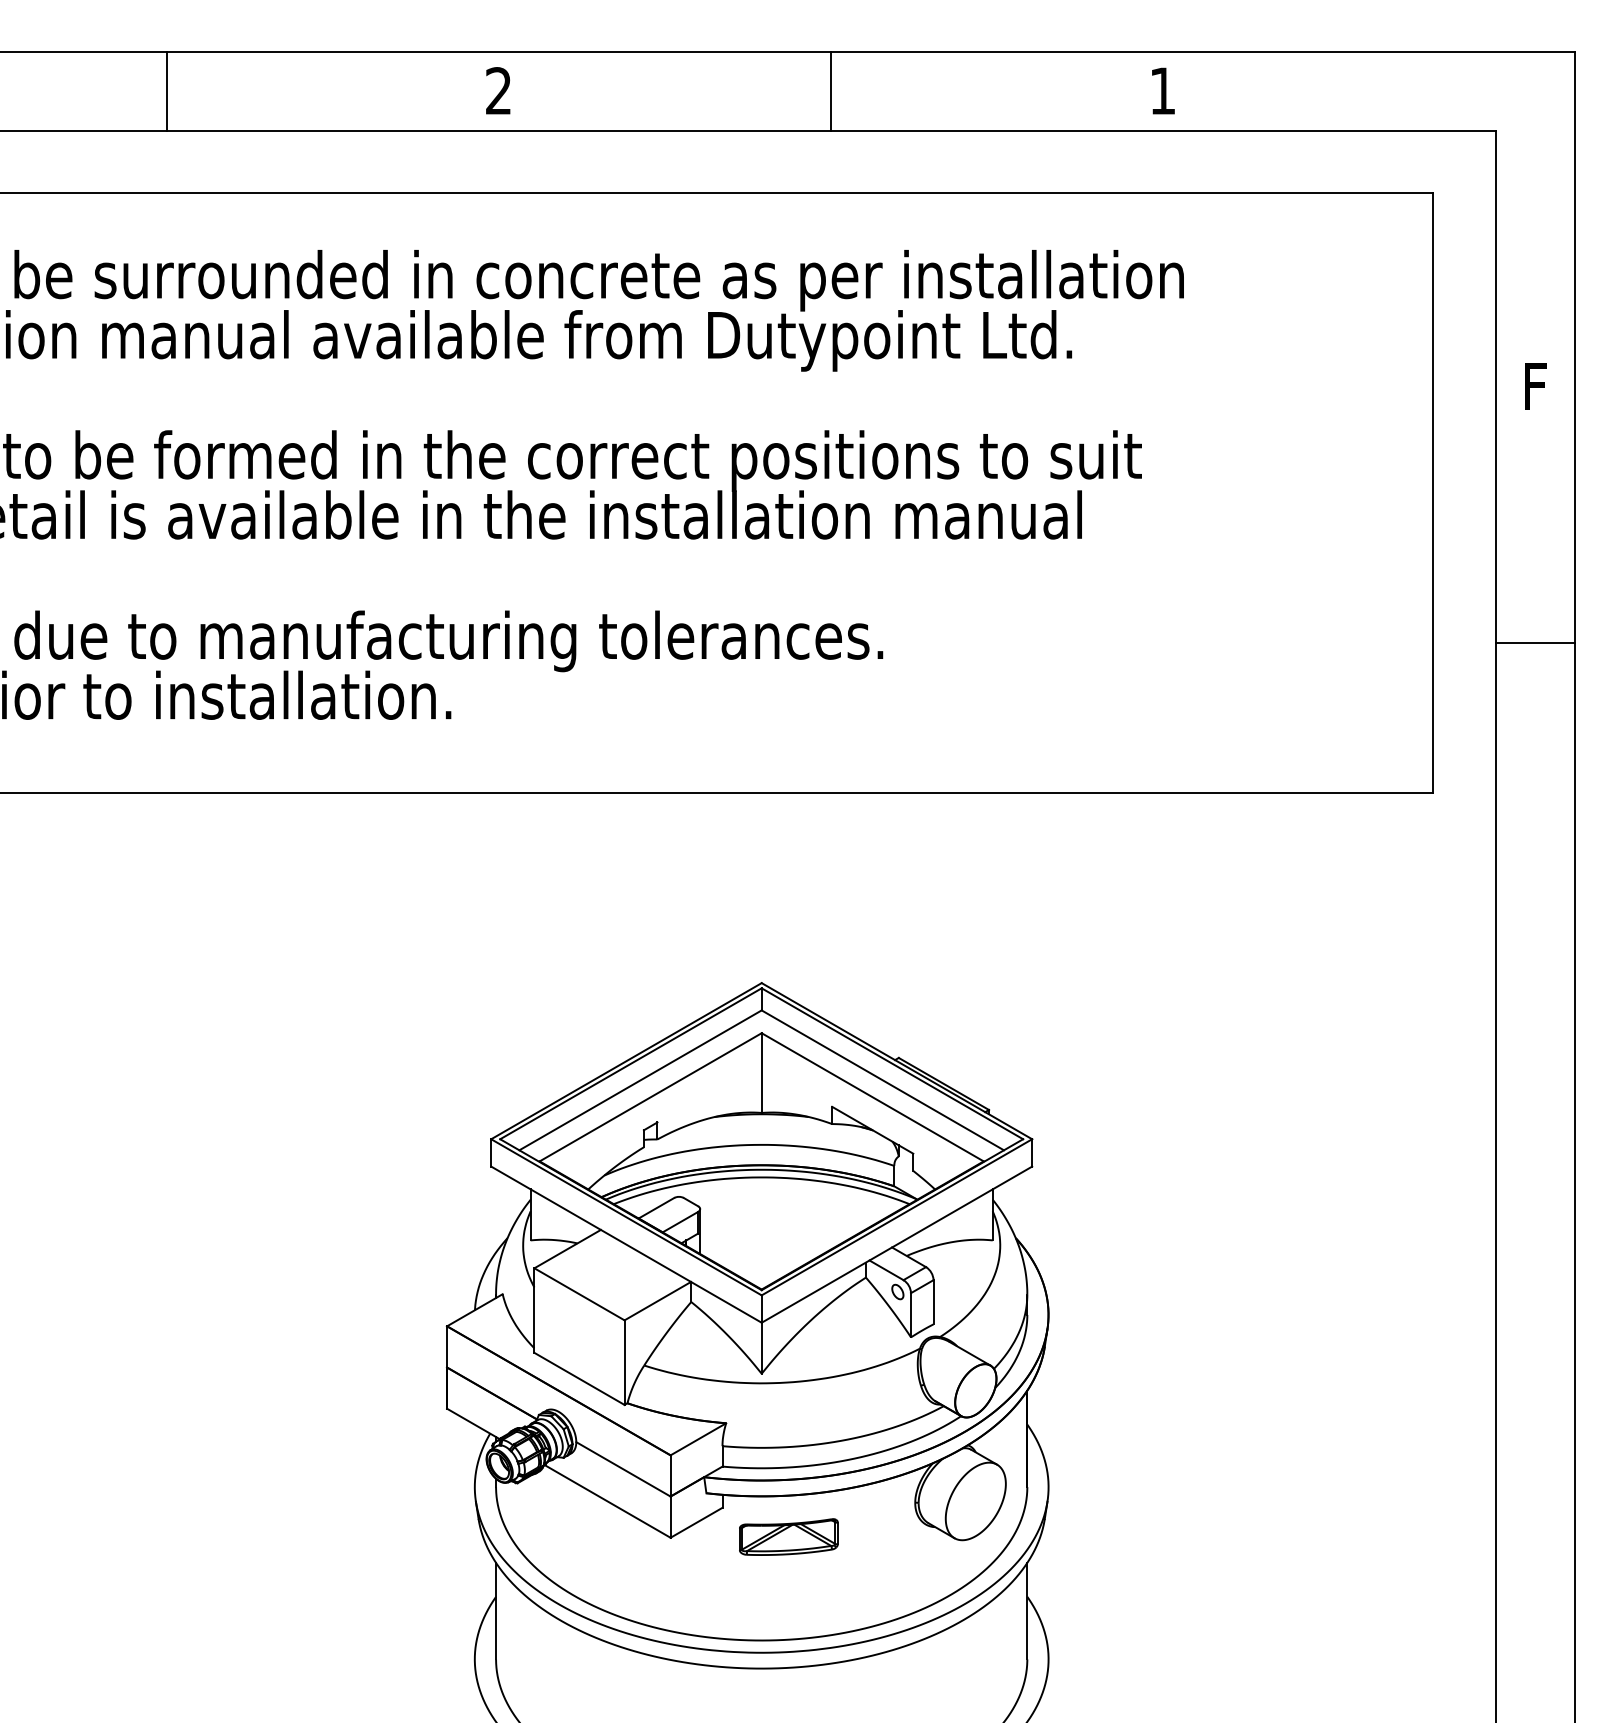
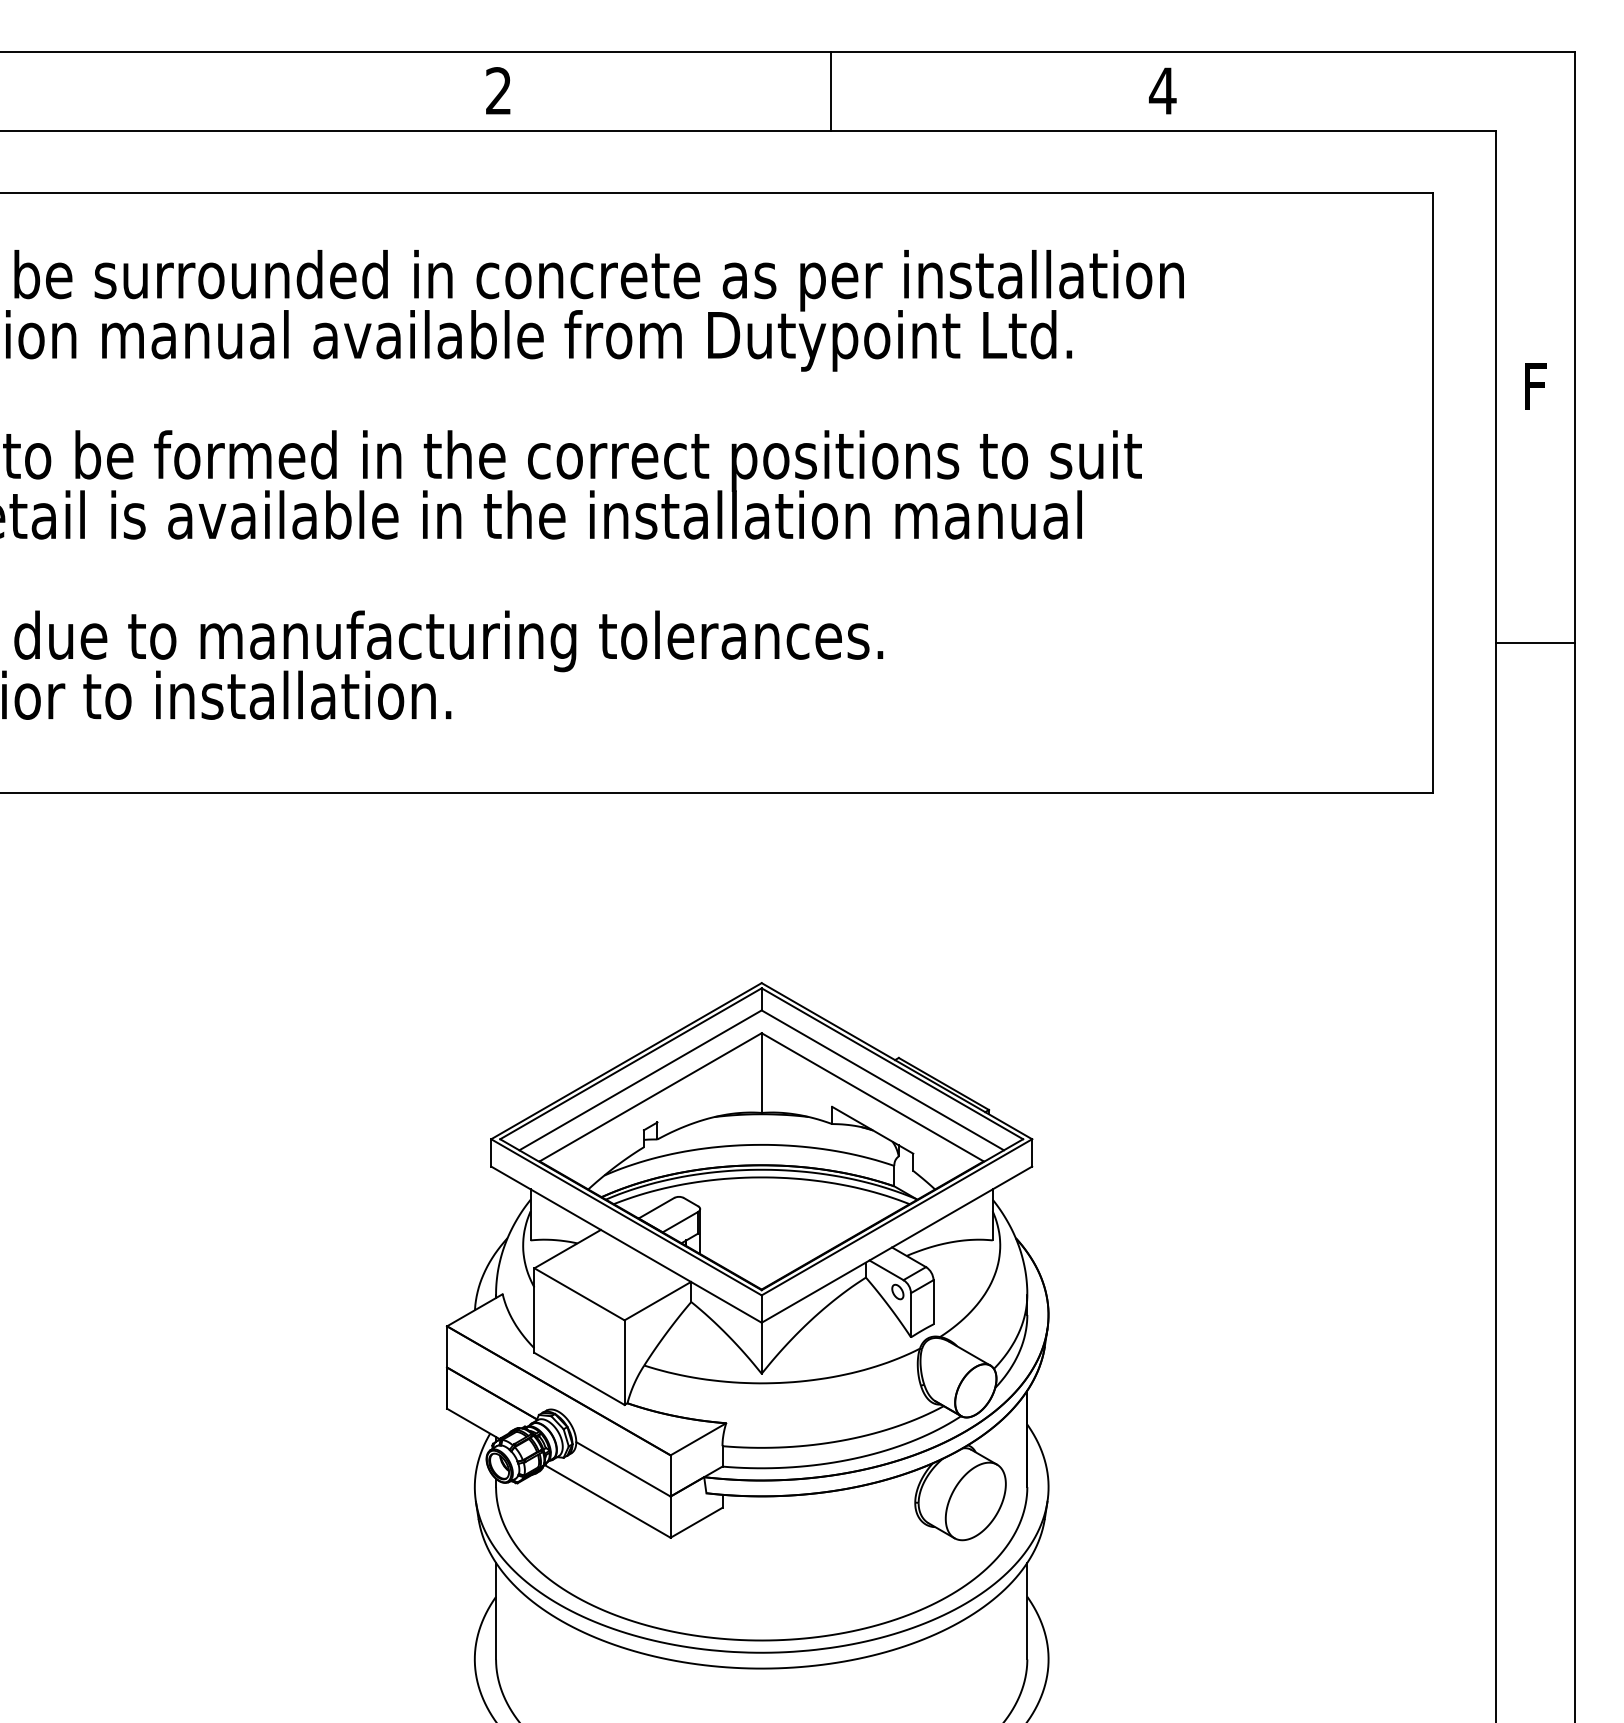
text at (1162, 90): 1 -> 4
line at (167, 91): present -> none
part at (788, 1536): present -> none
